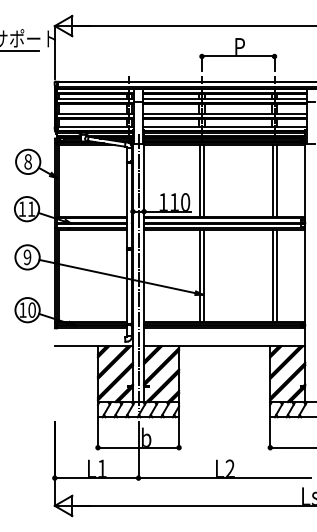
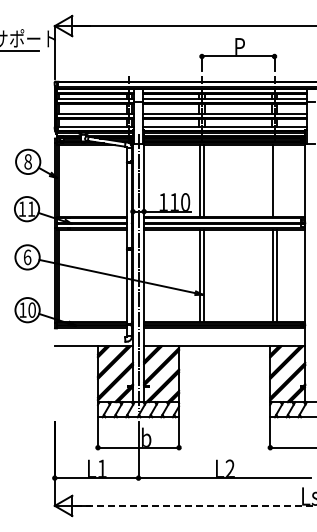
line at (276, 180): present -> none
text at (27, 257): 9 -> 6
line at (195, 505): solid -> dashed
